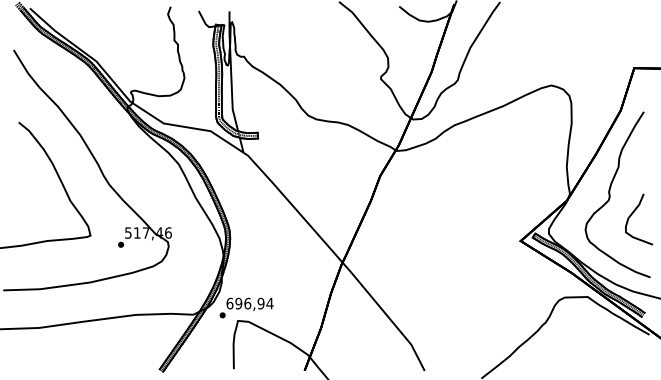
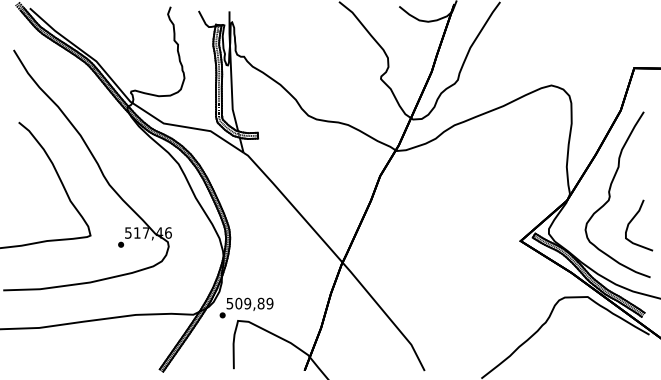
curve at (633, 213) position: (633, 213) -> (633, 219)
text at (249, 303): 696,94 -> 509,89
